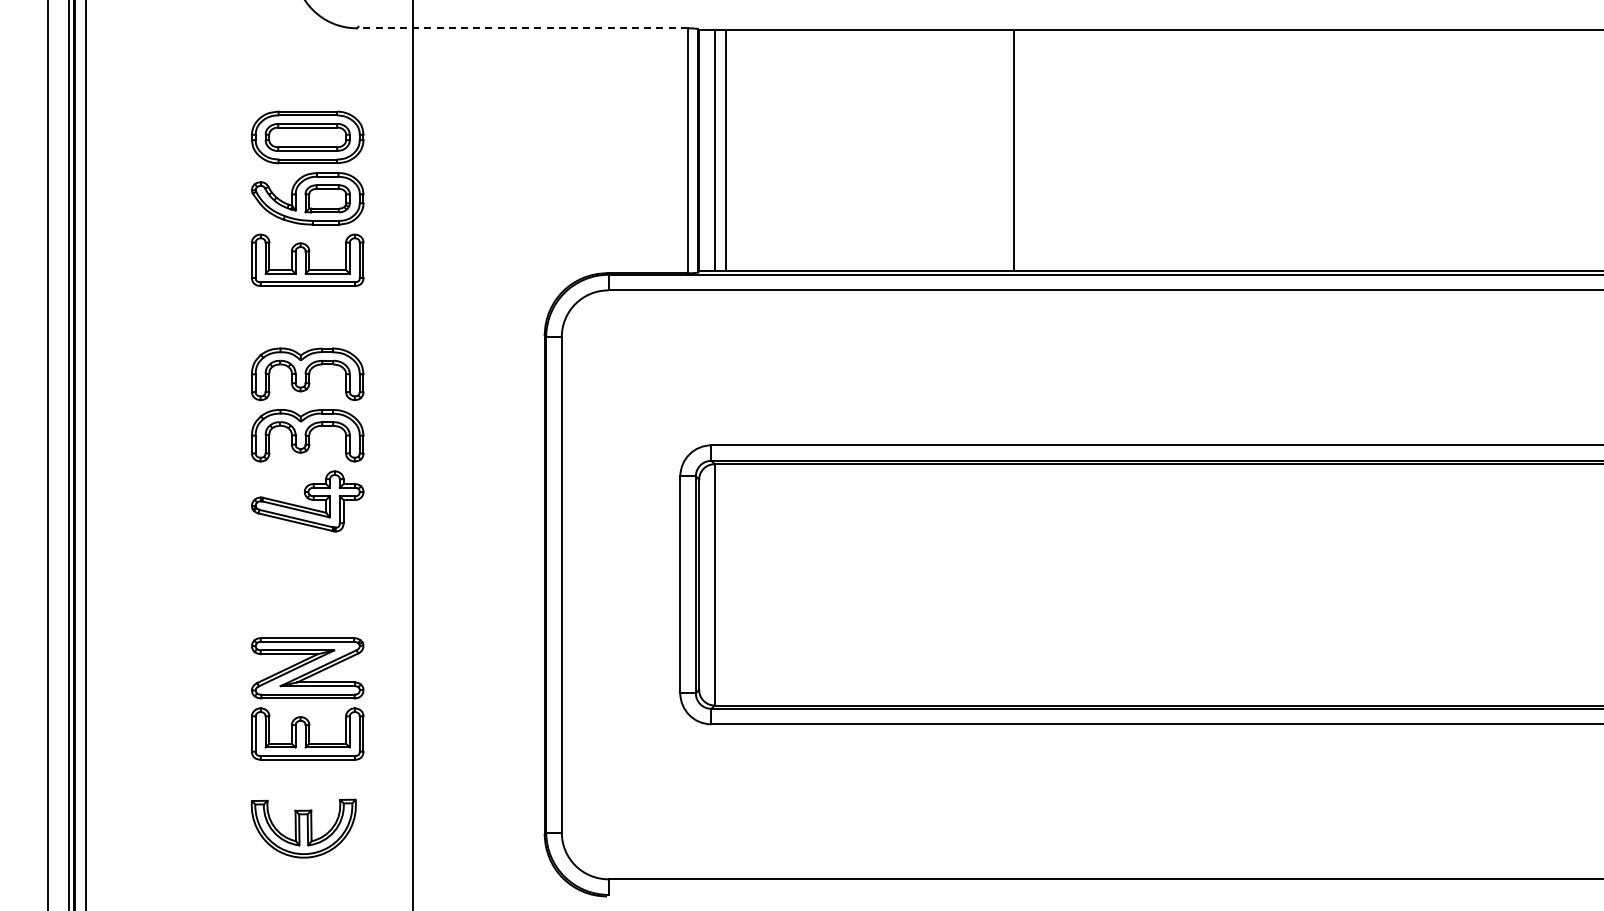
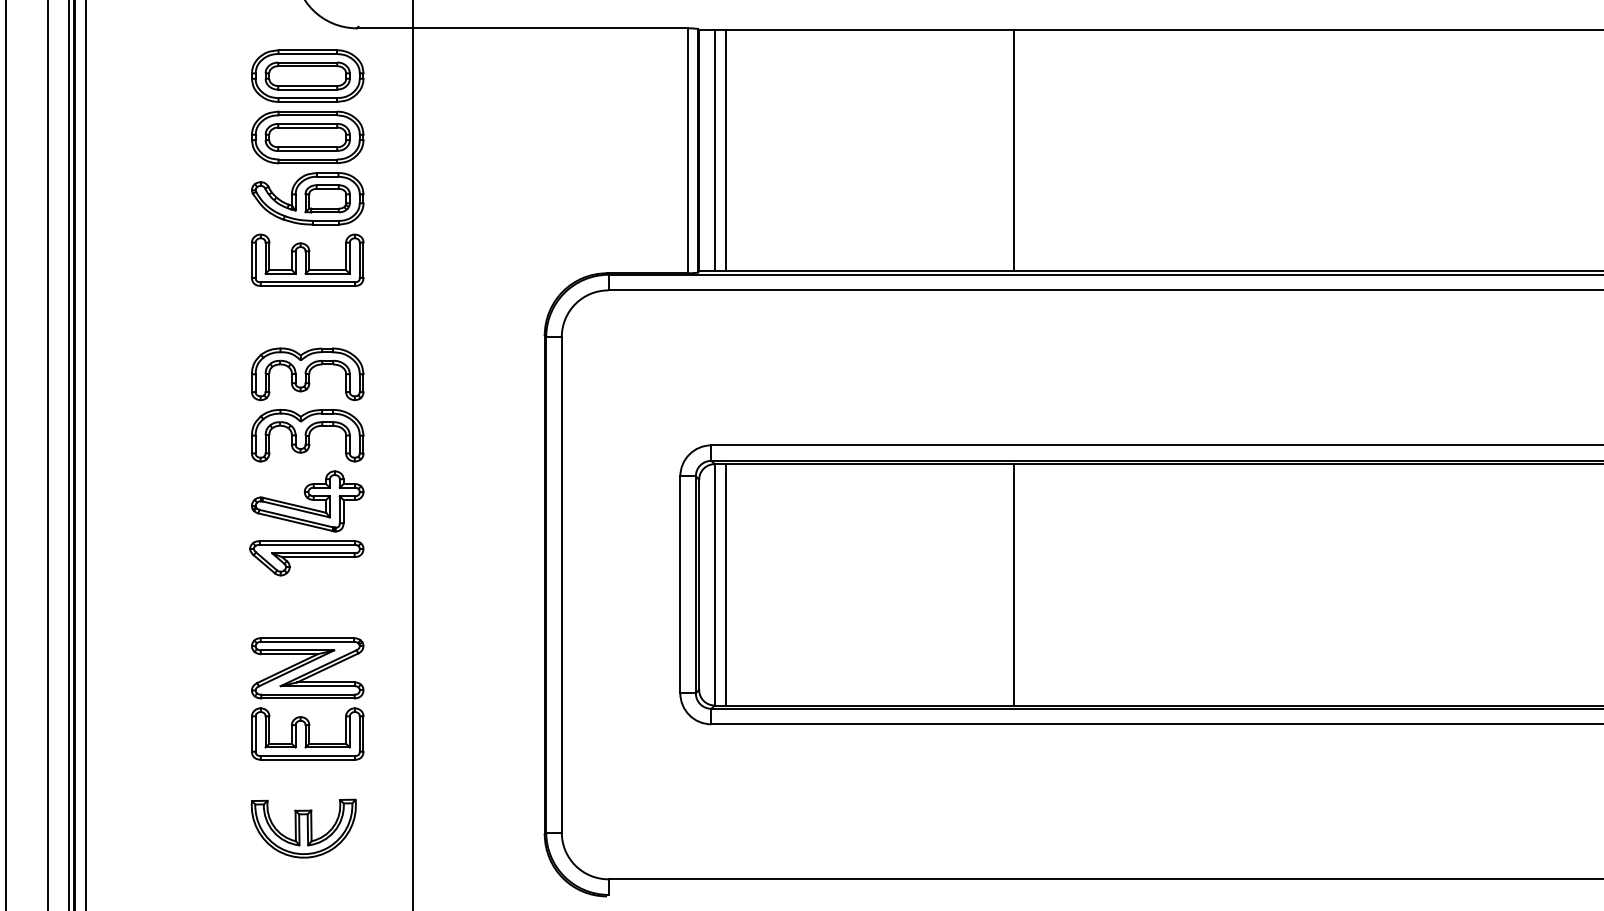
line at (521, 28): dashed -> solid
part at (307, 75): none -> present
line at (6, 454): none -> present
part at (306, 558): none -> present
line at (725, 584): none -> present
line at (1014, 584): none -> present
